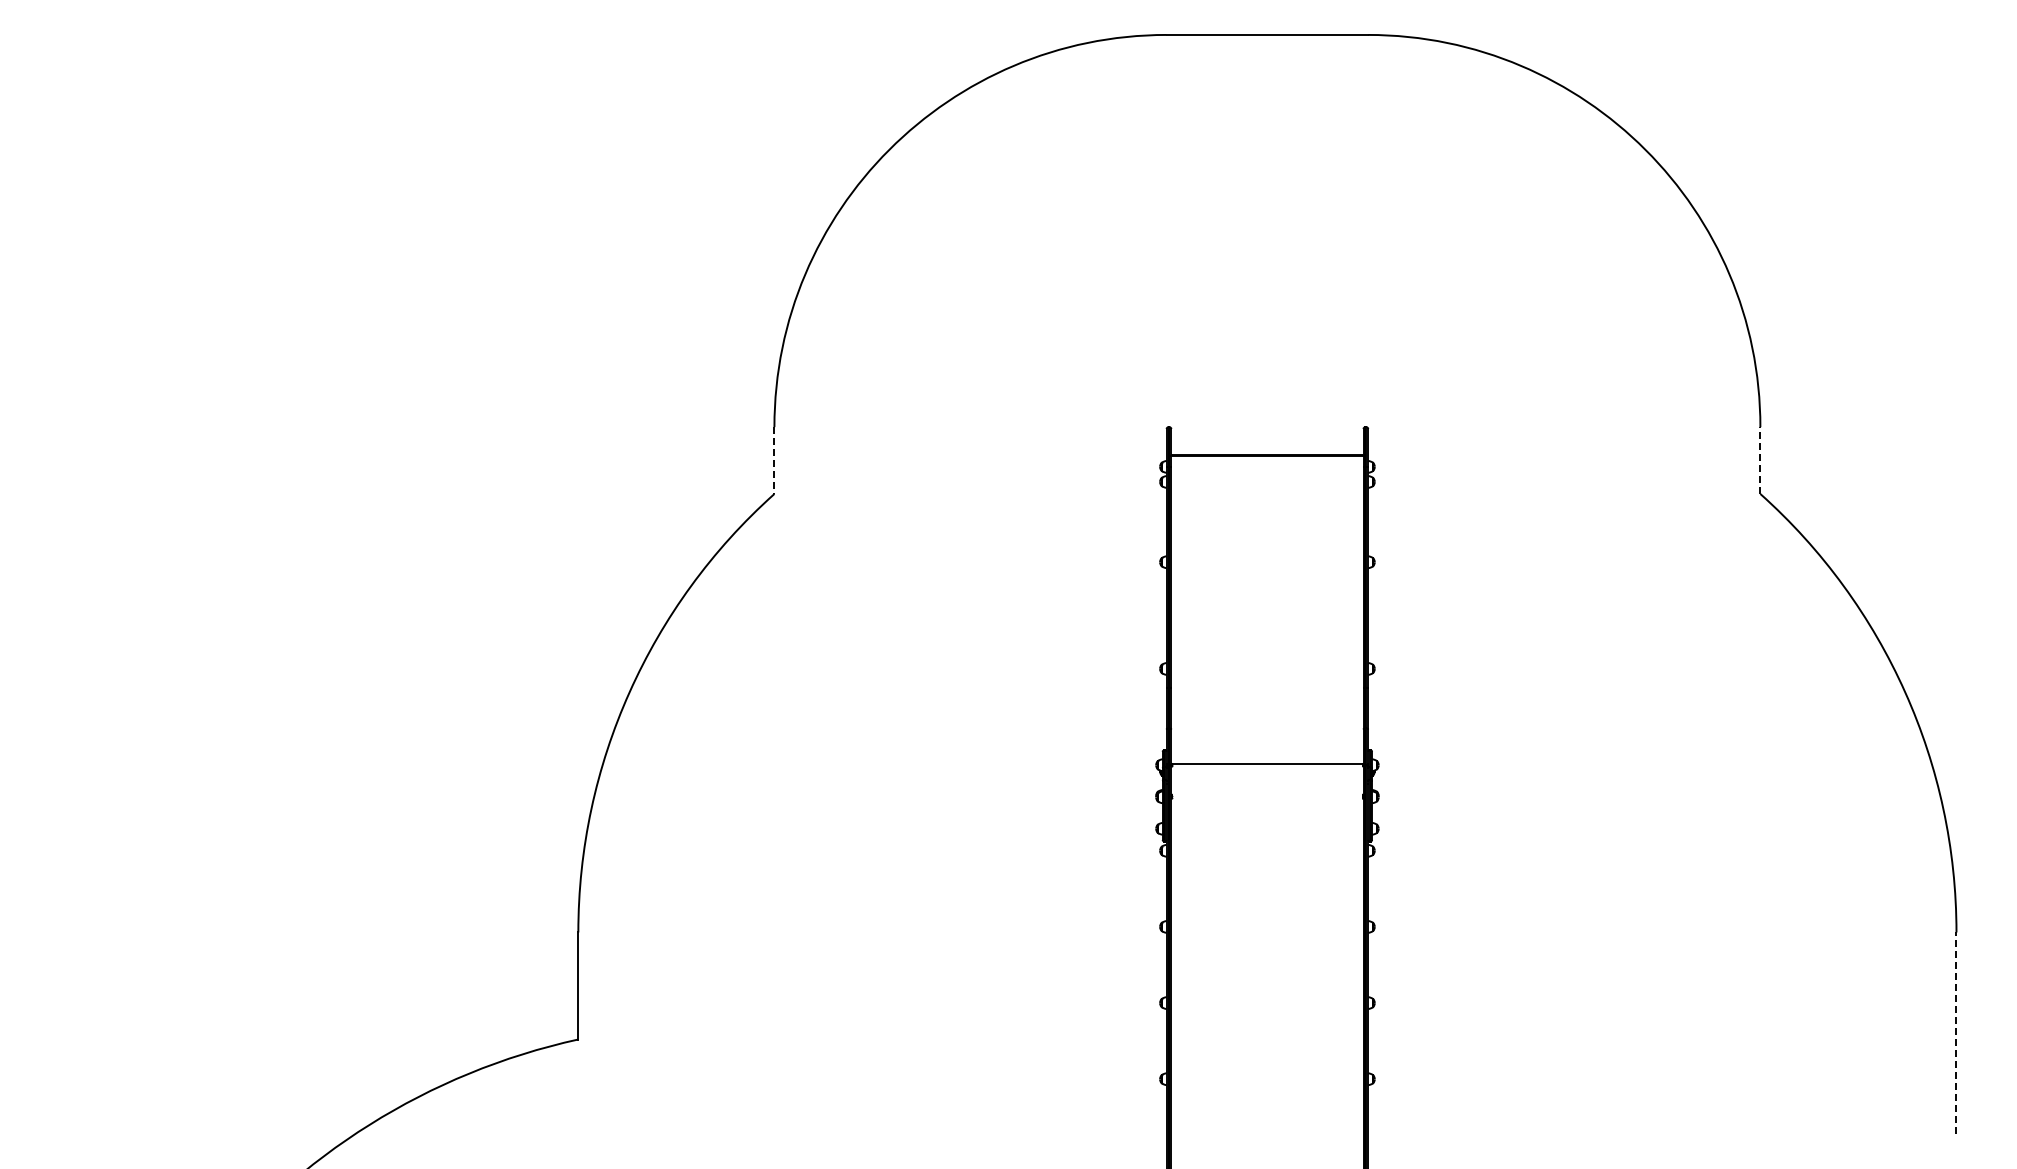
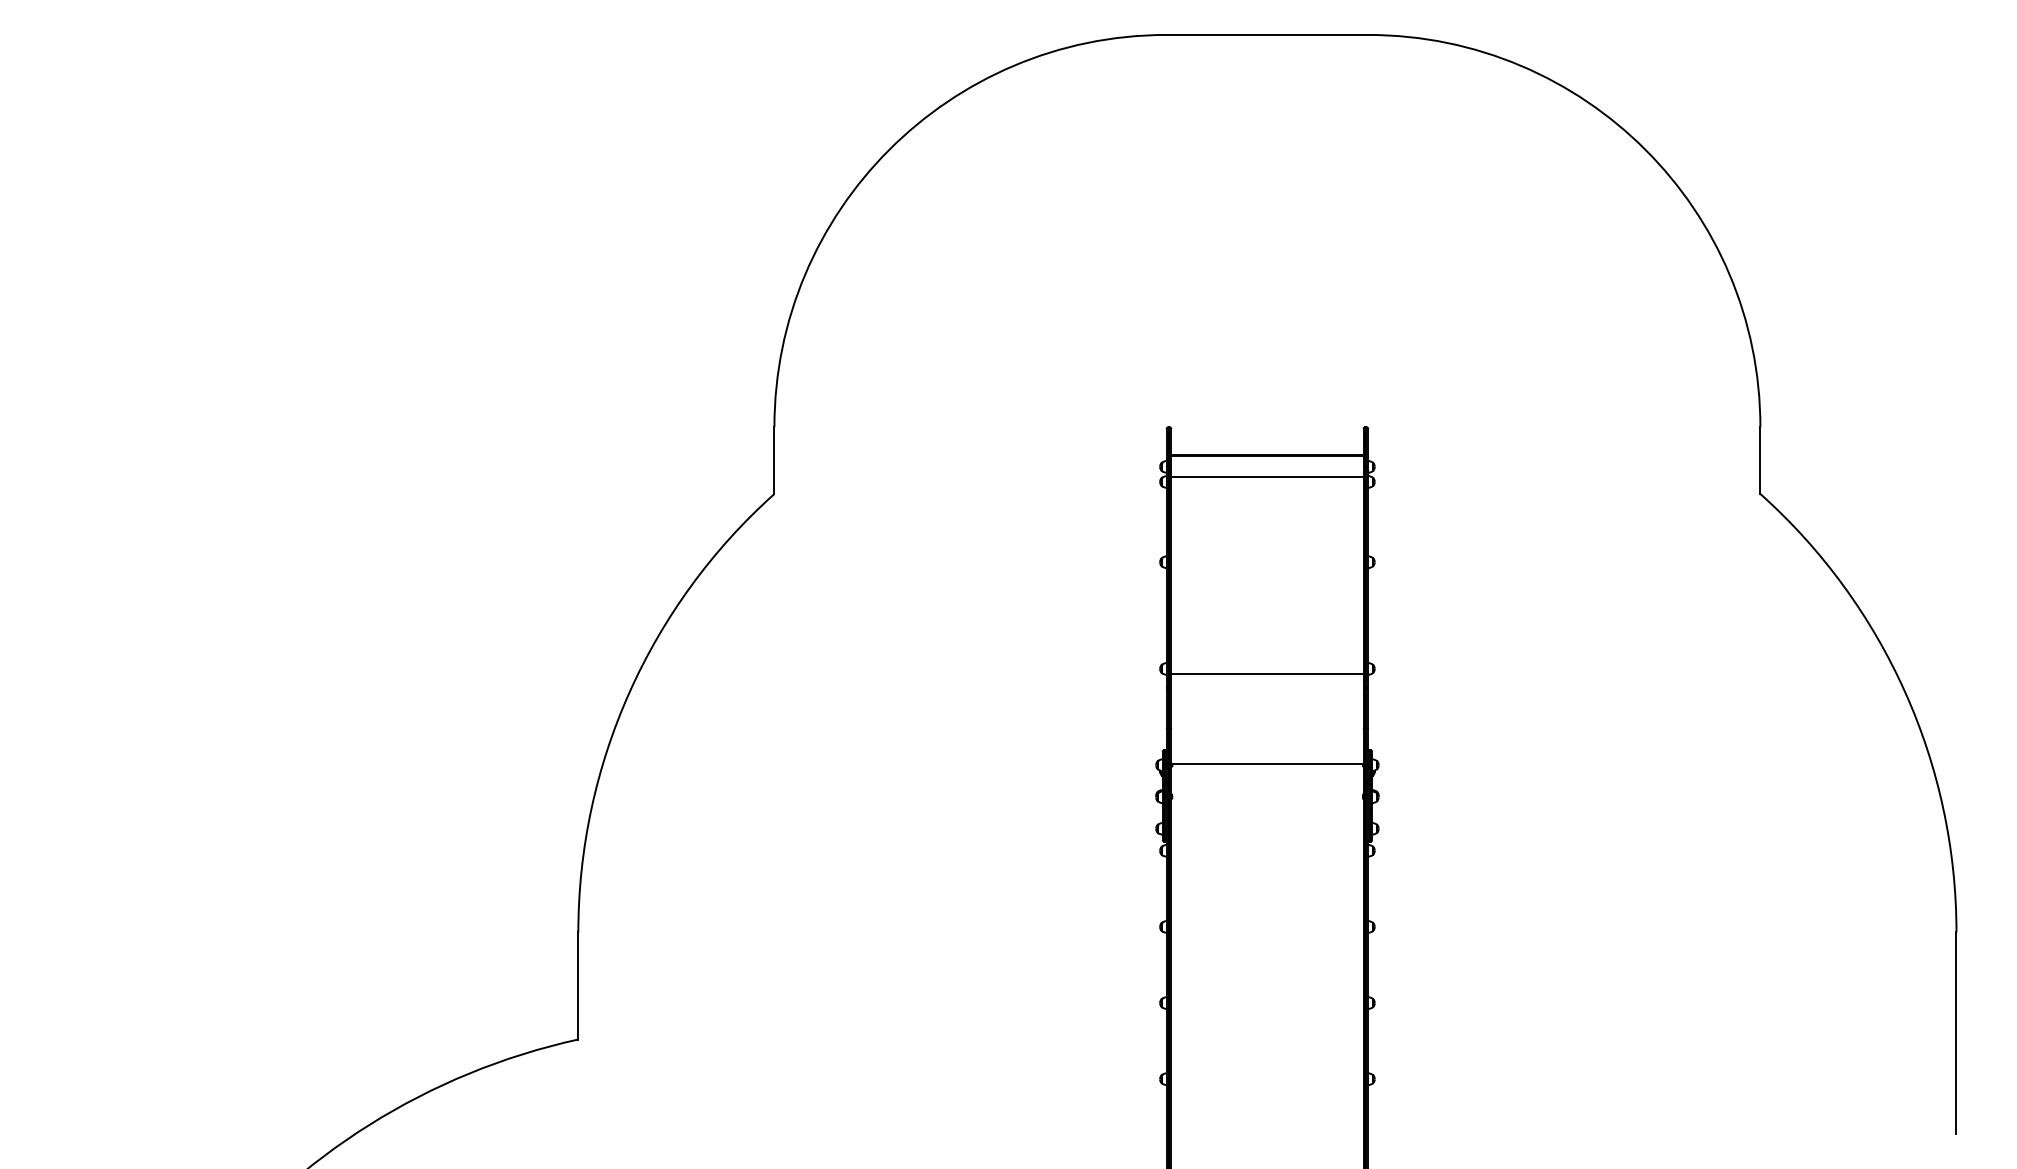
line at (1760, 460): dashed -> solid
line at (774, 461): dashed -> solid
line at (1267, 476): none -> present
line at (1267, 673): none -> present
line at (1956, 1033): dashed -> solid
